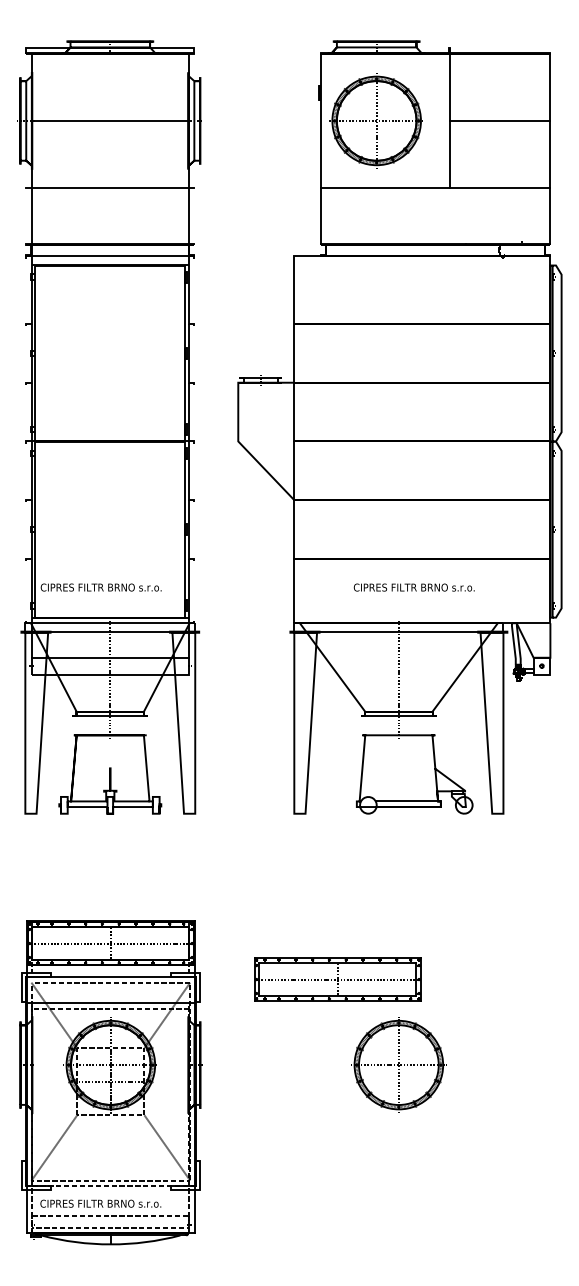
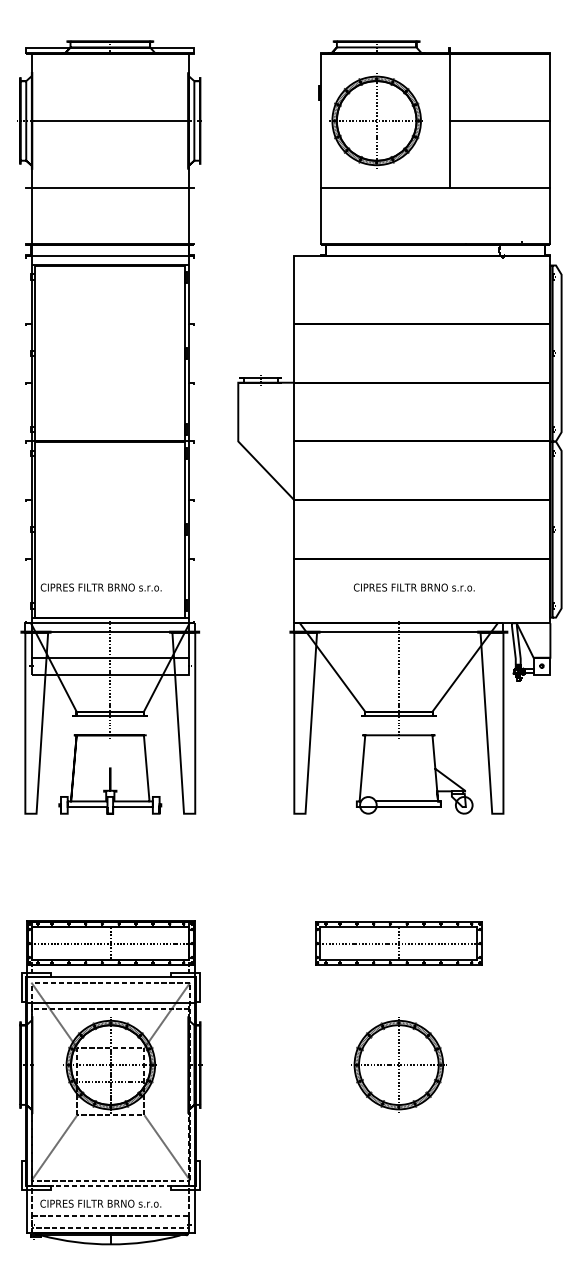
part at (337, 979) position: (337, 979) -> (398, 943)
